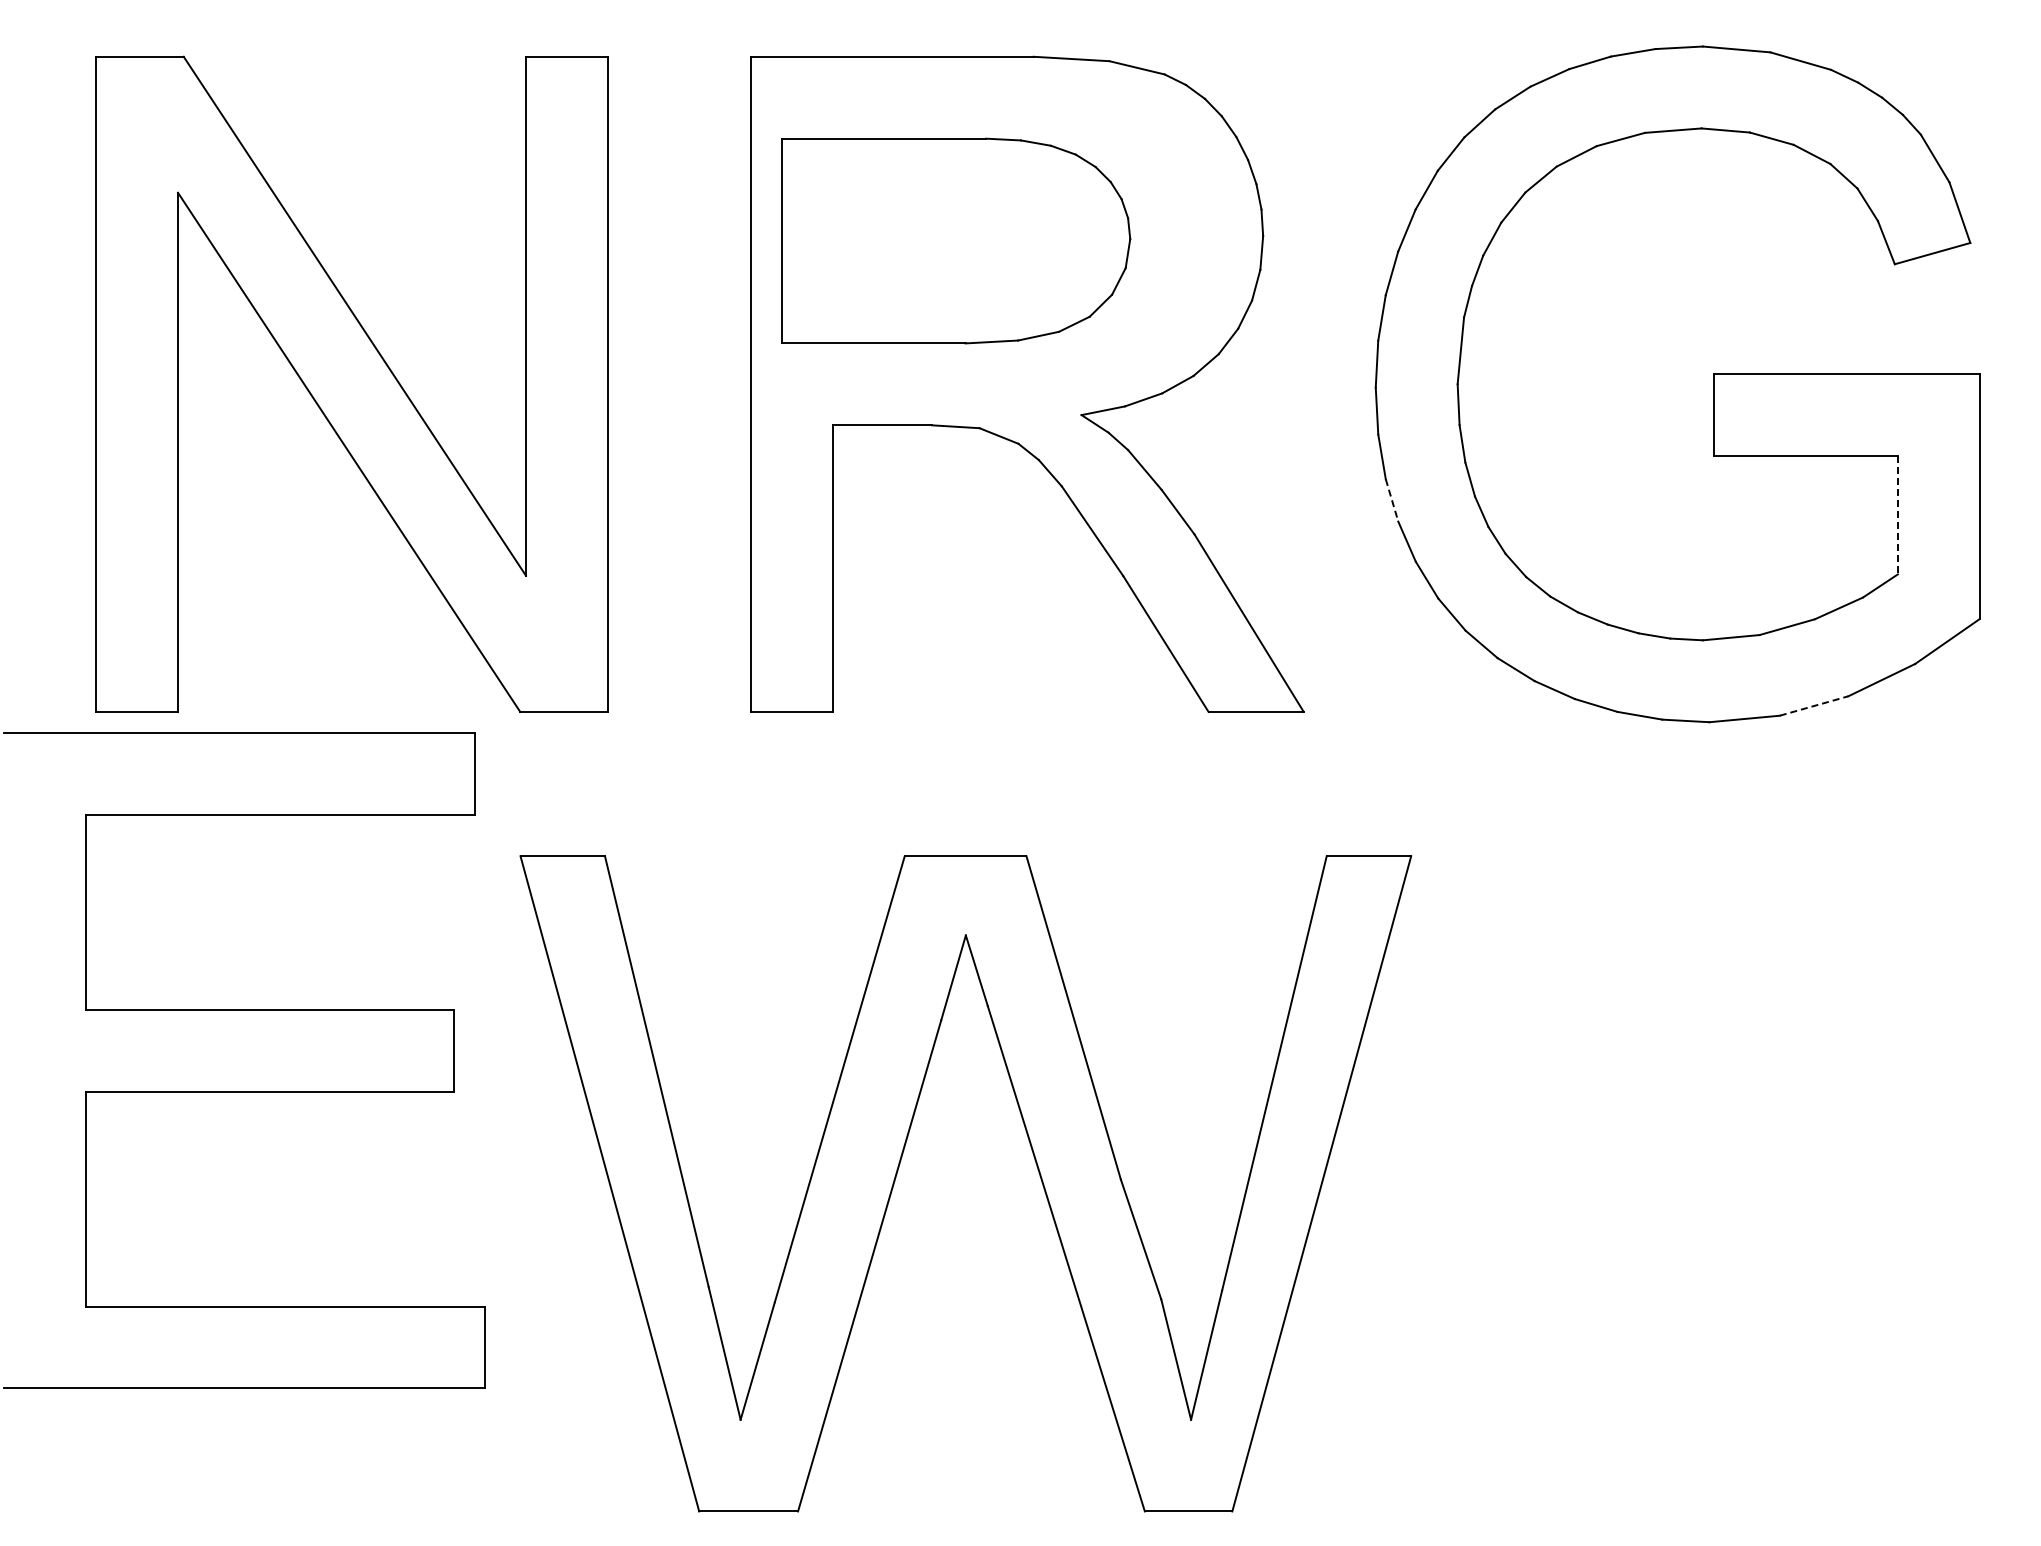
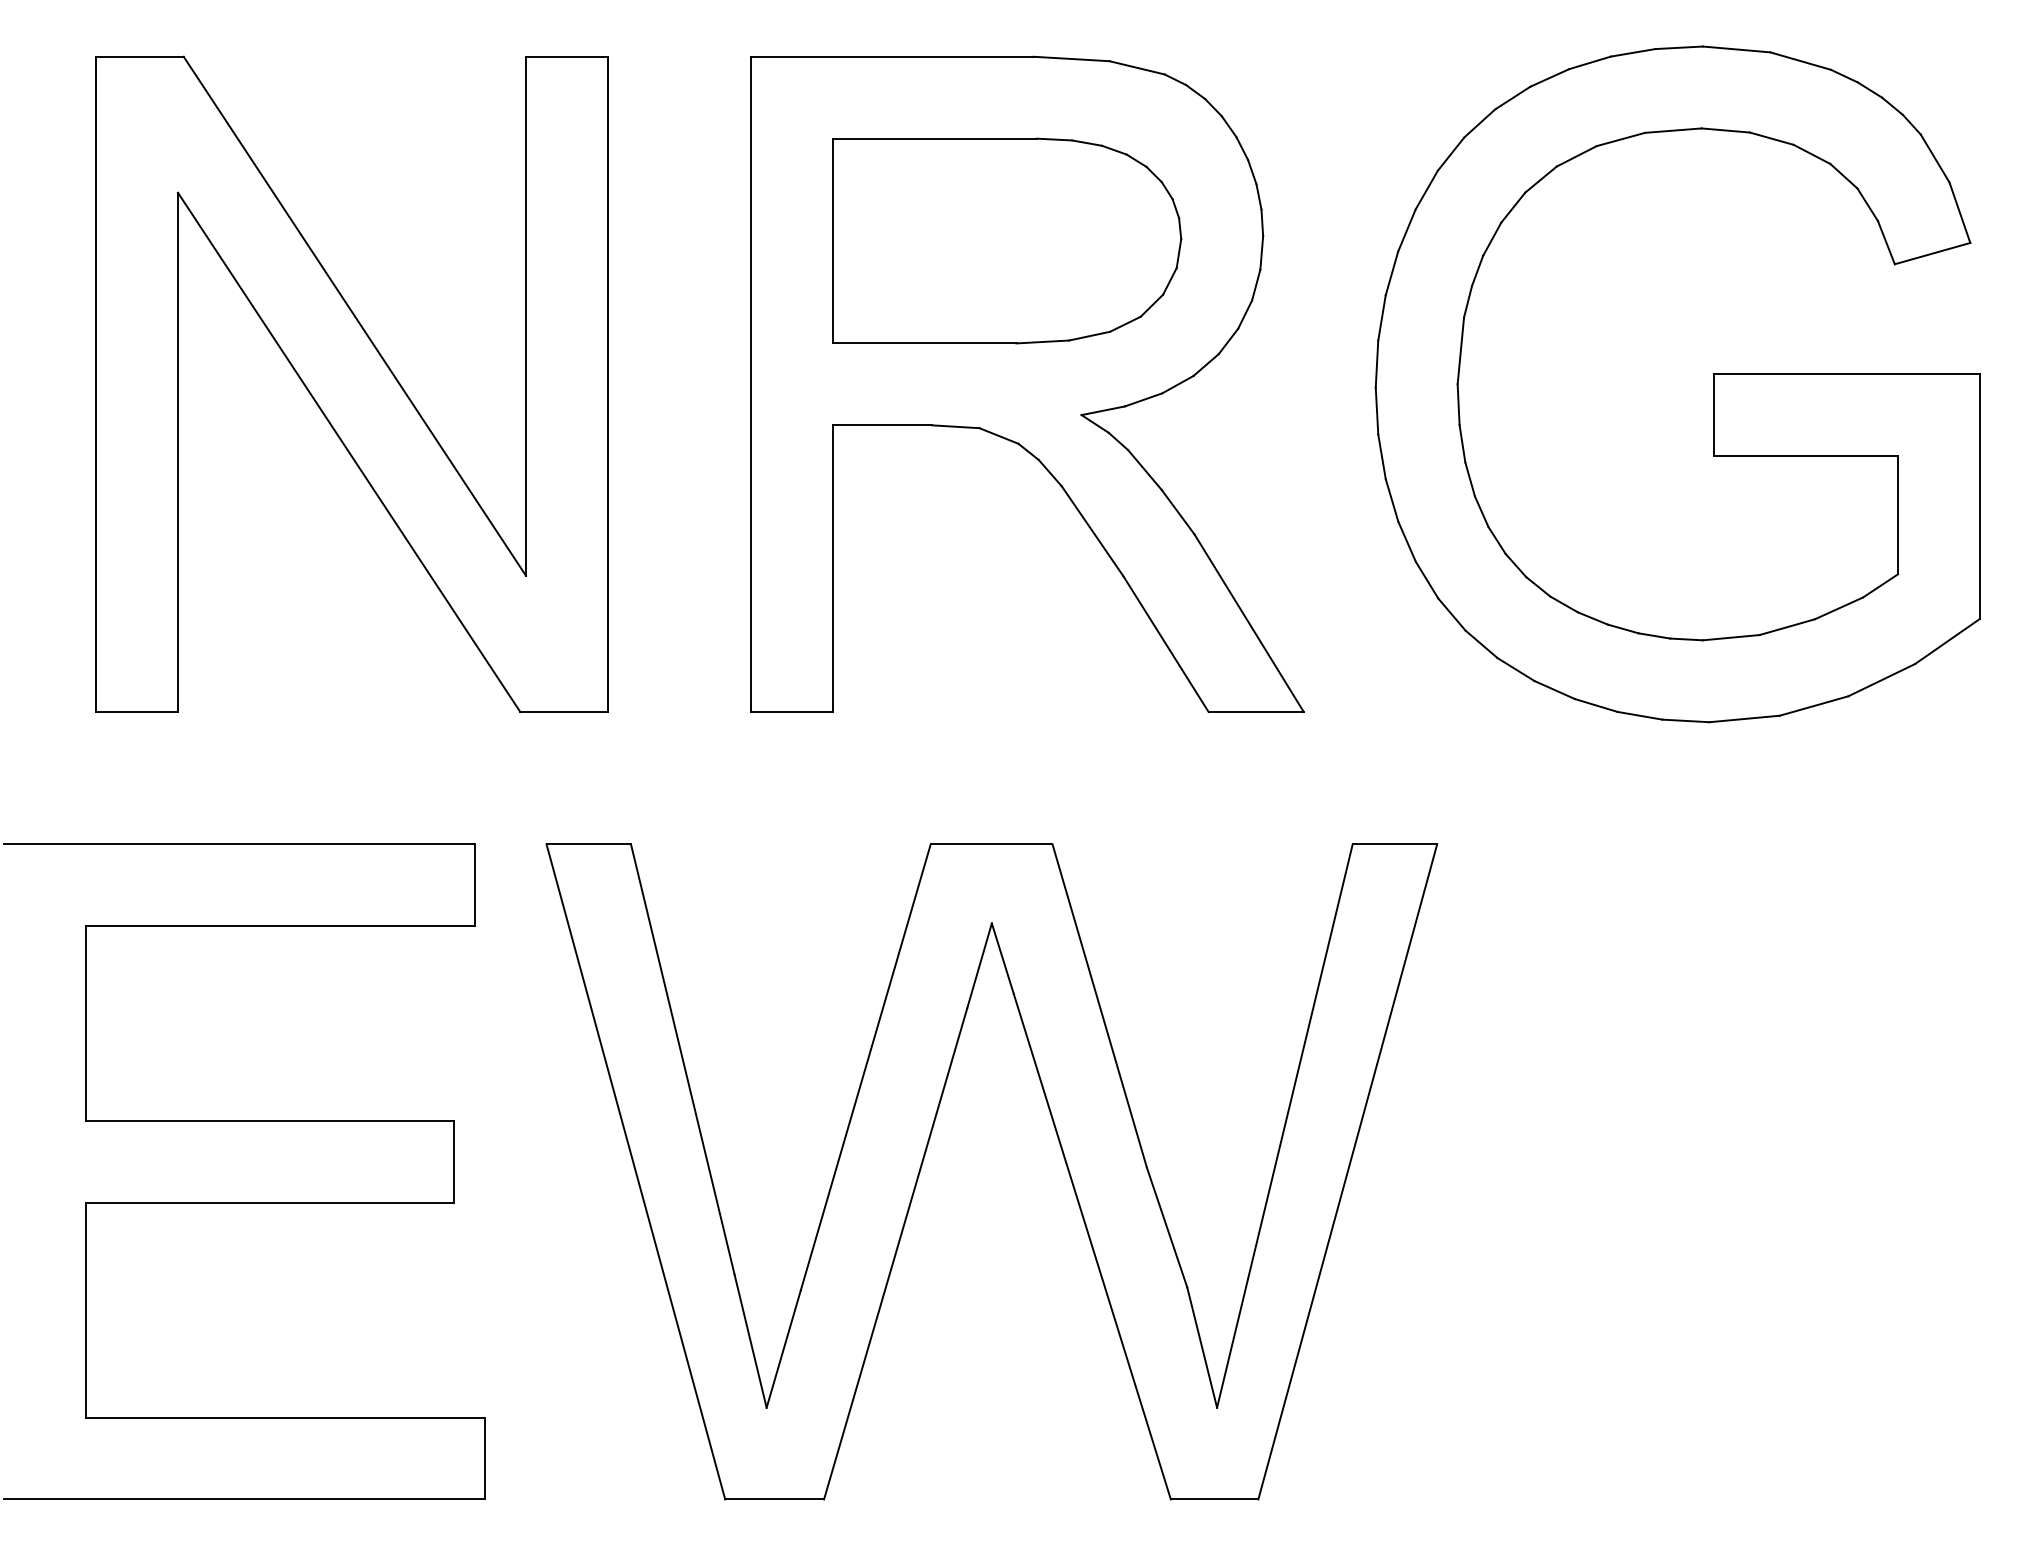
part at (956, 240) position: (956, 240) -> (1007, 240)
line at (1392, 500): dashed -> solid
line at (1897, 515): dashed -> solid
line at (1814, 706): dashed -> solid
part at (244, 1091) position: (244, 1091) -> (244, 1202)
part at (900, 1164) position: (900, 1164) -> (926, 1152)
